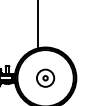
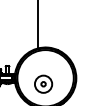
part at (45, 77) position: (45, 77) -> (43, 83)
